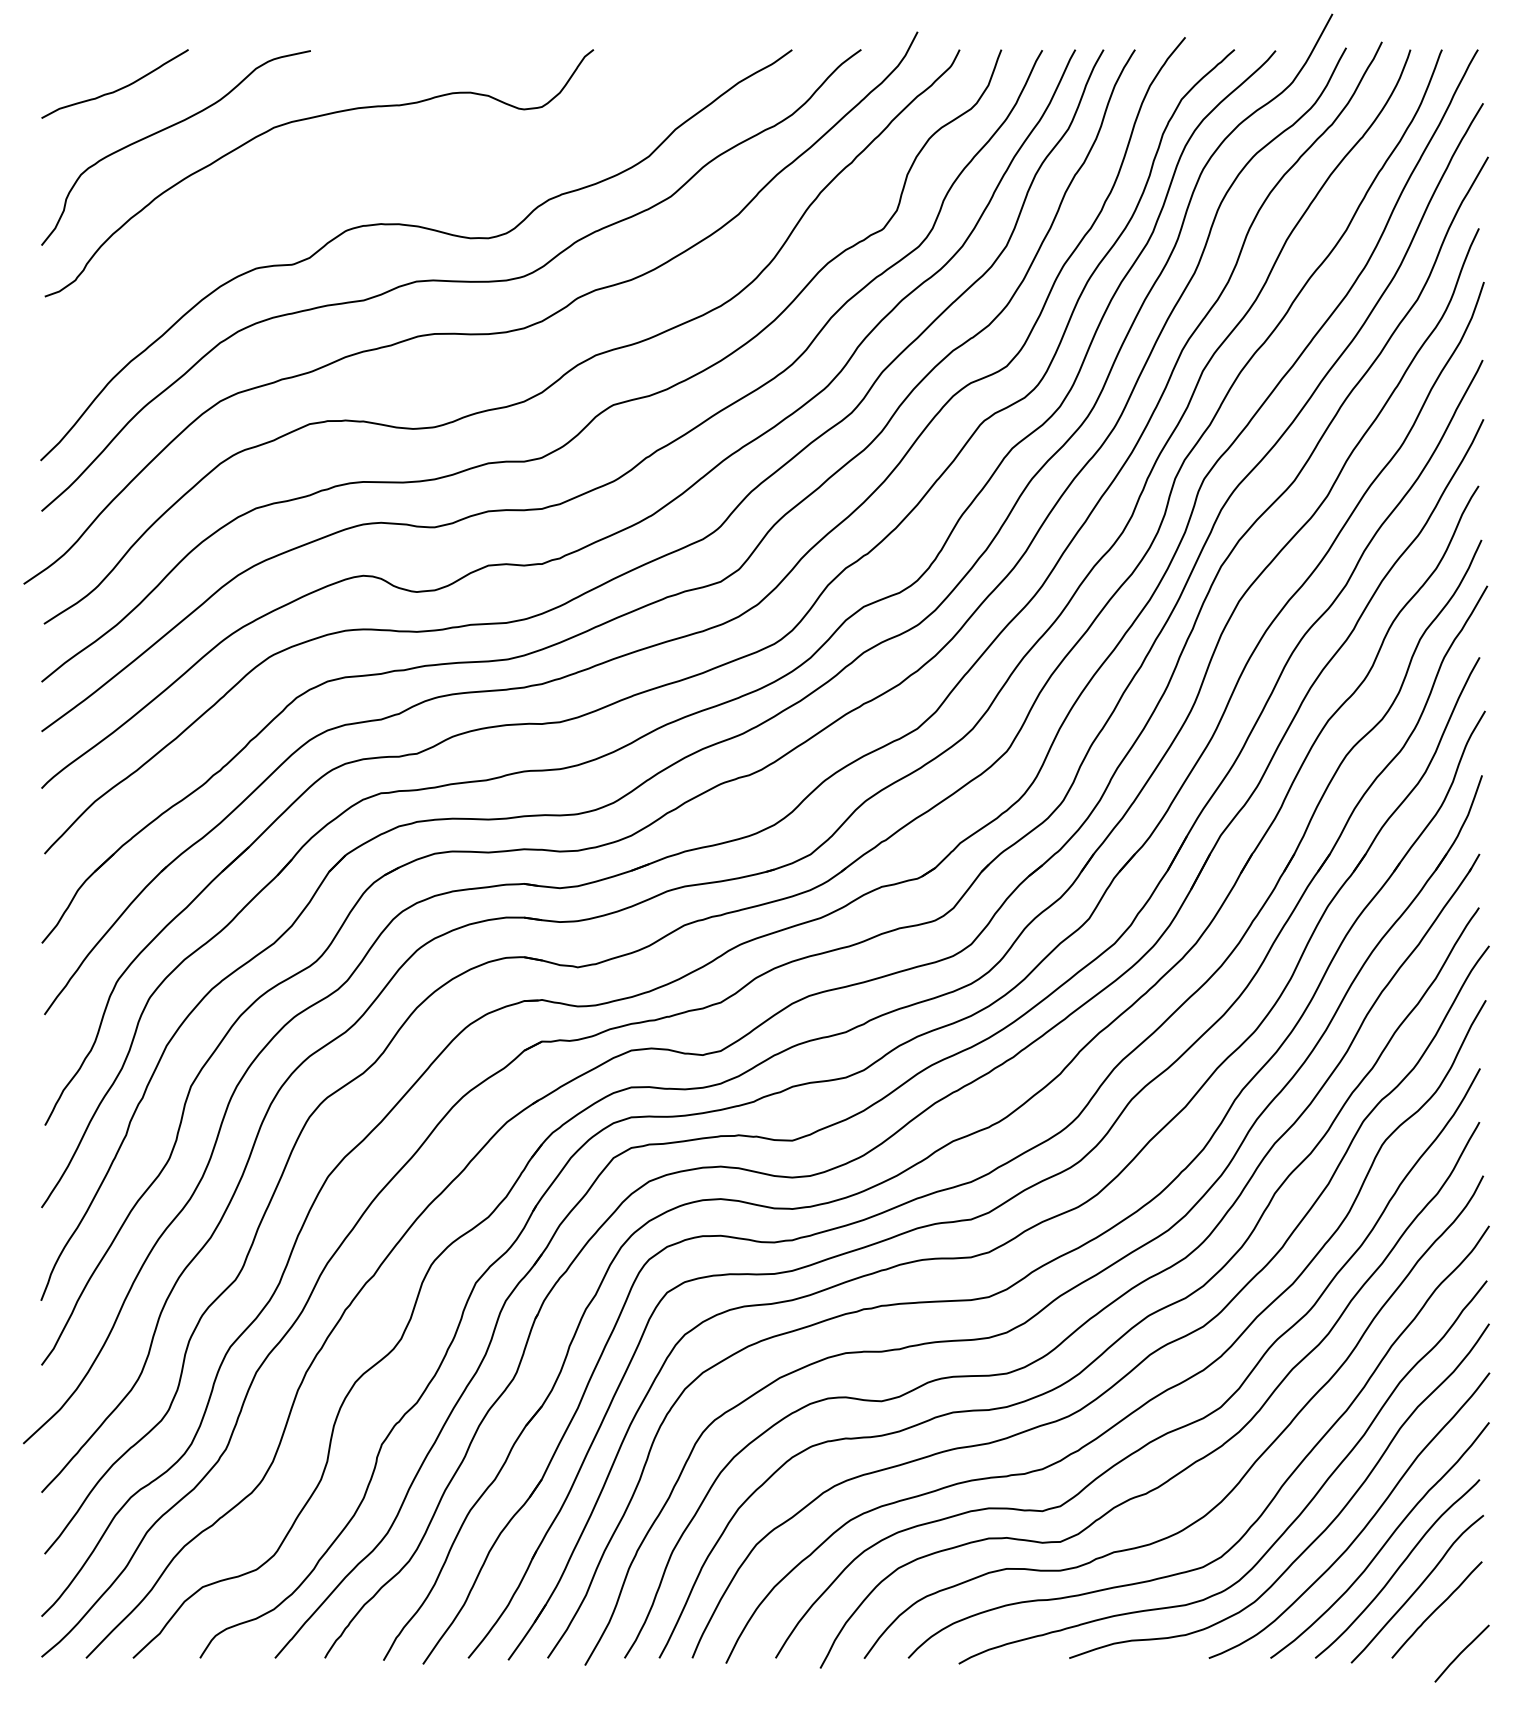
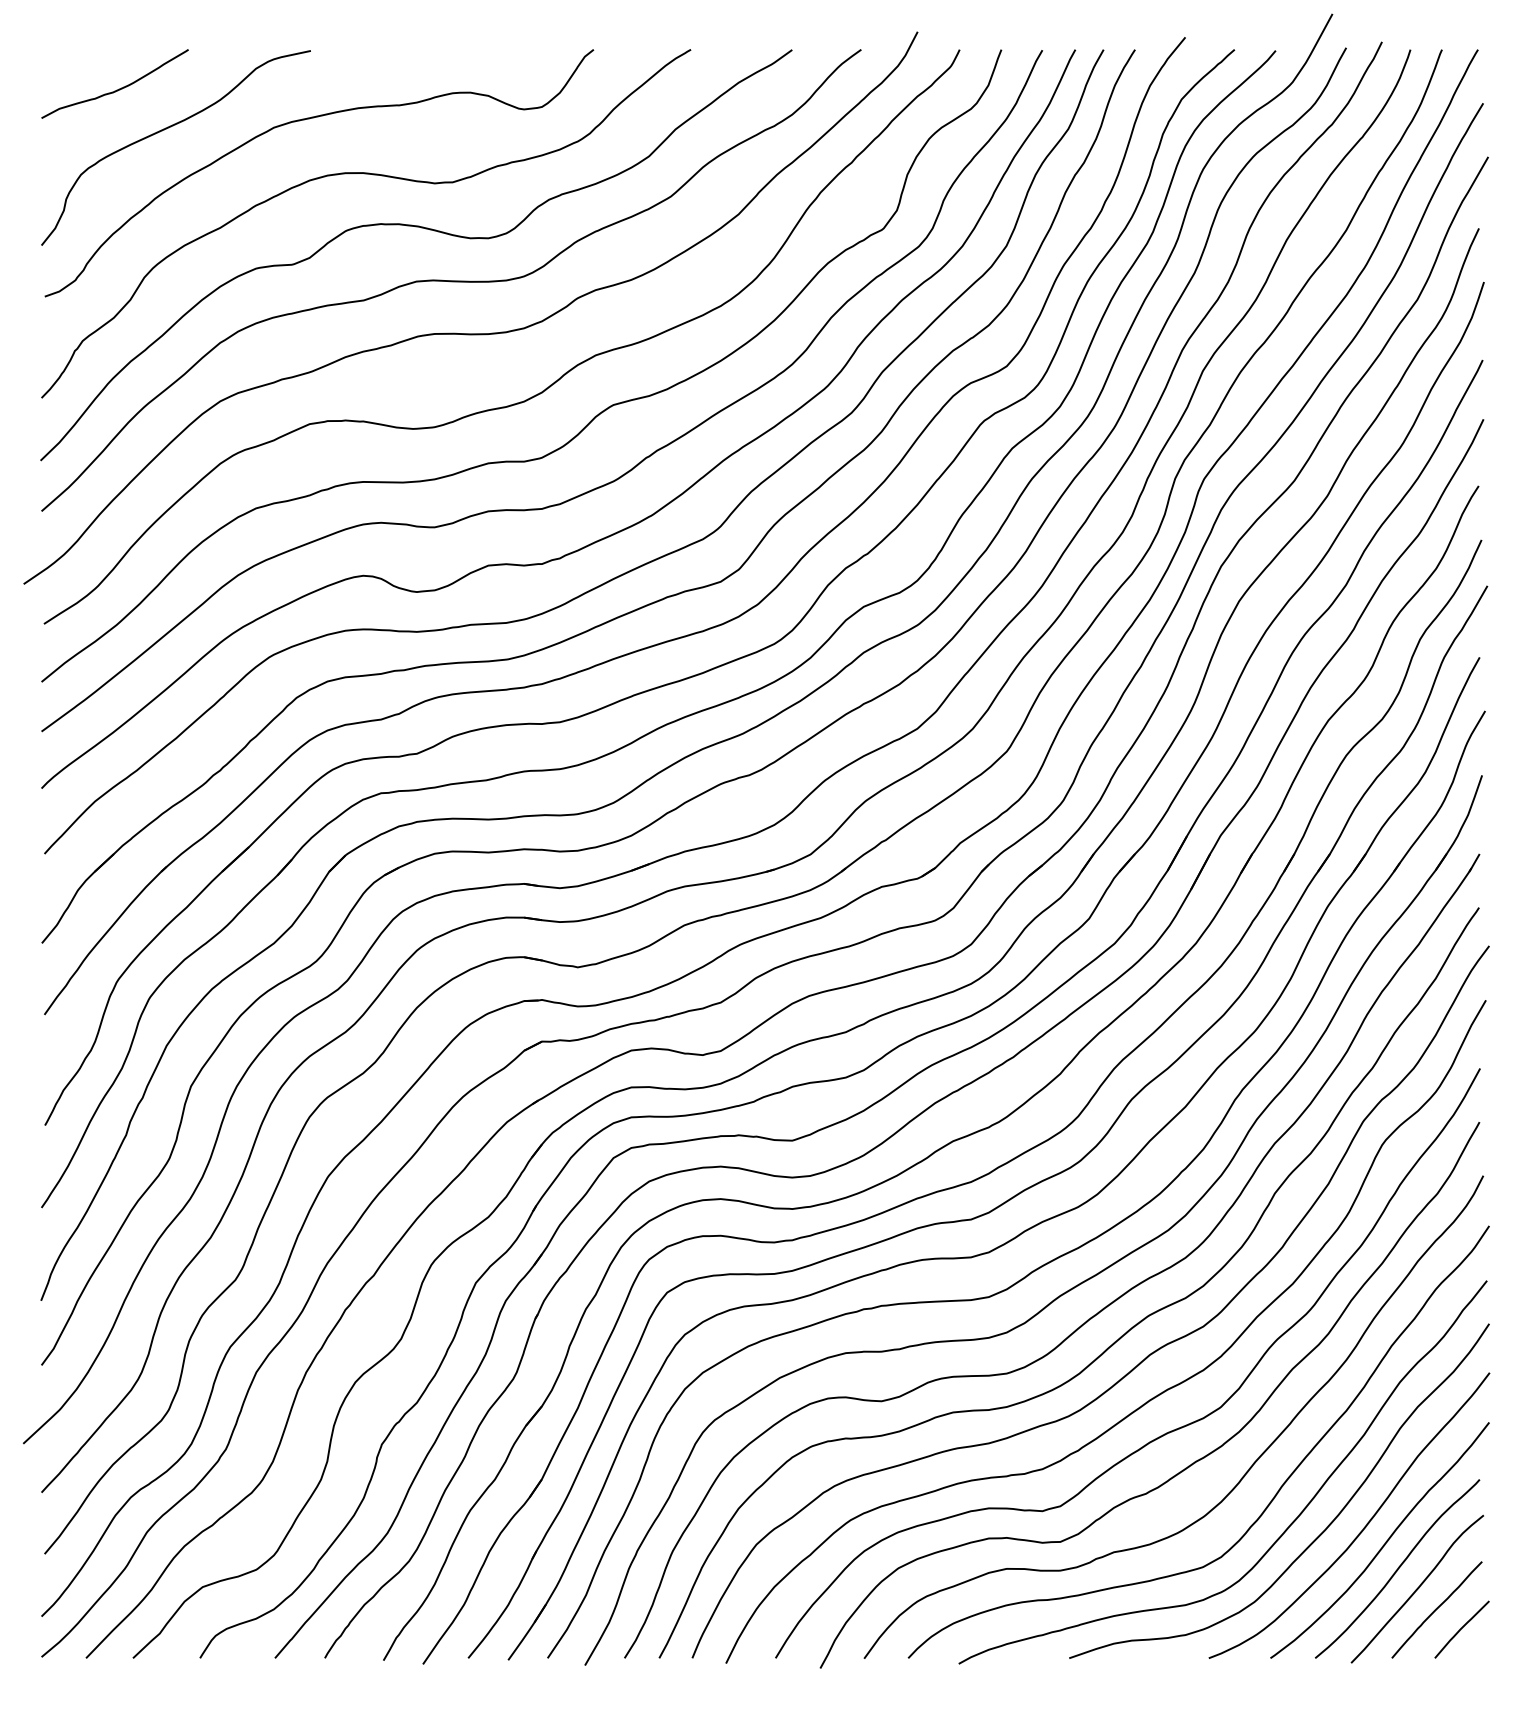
curve at (373, 175): none -> present
curve at (1461, 1653) position: (1461, 1653) -> (1461, 1629)
